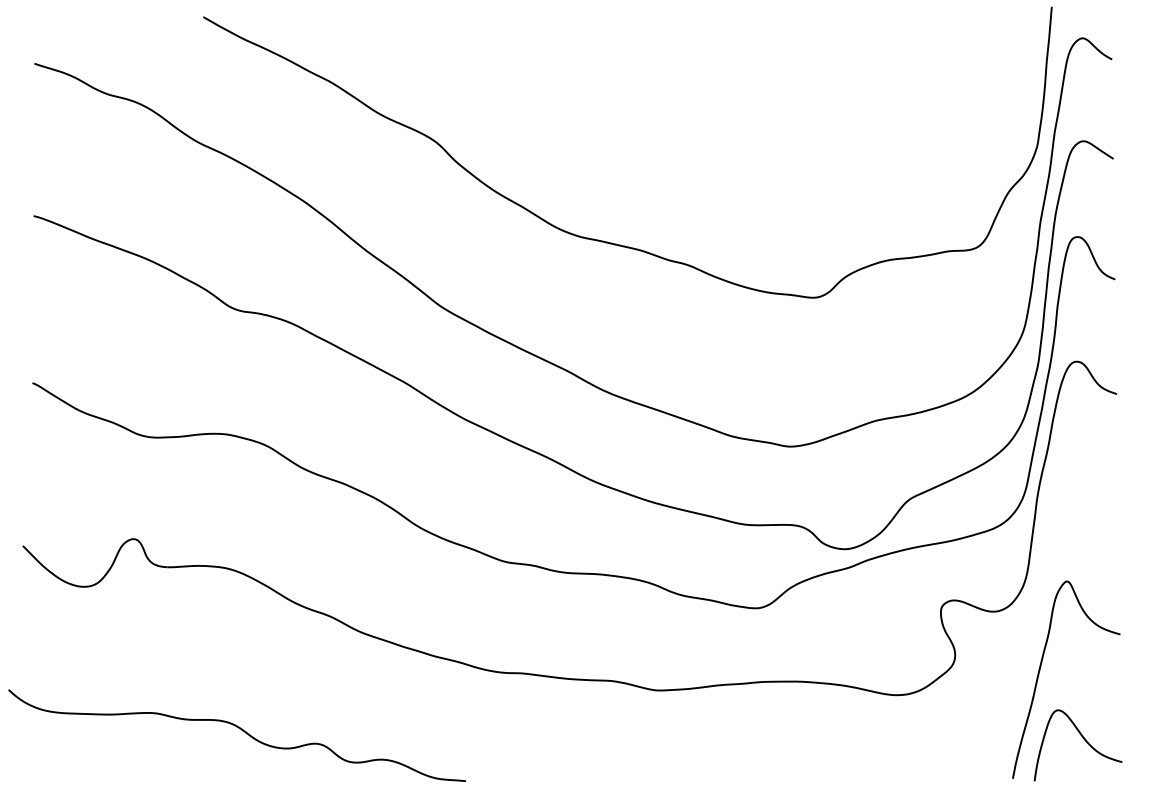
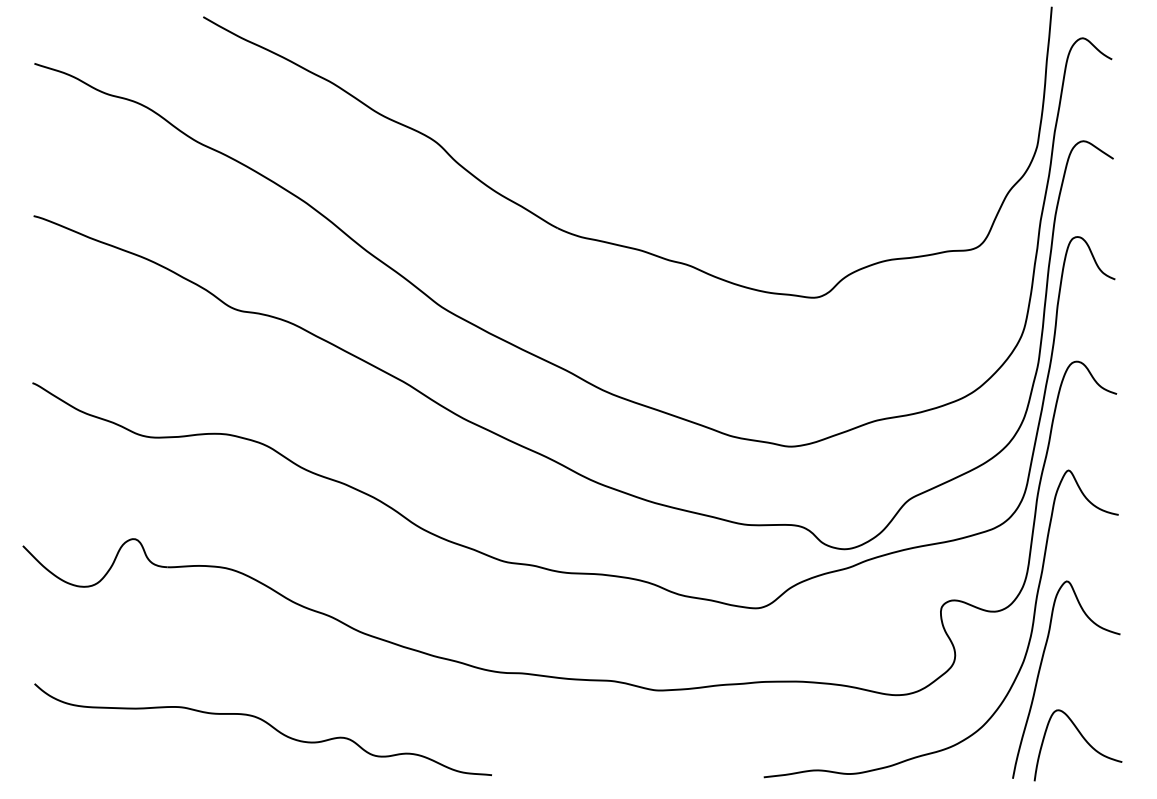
curve at (1025, 651): none -> present
curve at (241, 730) position: (241, 730) -> (267, 724)
